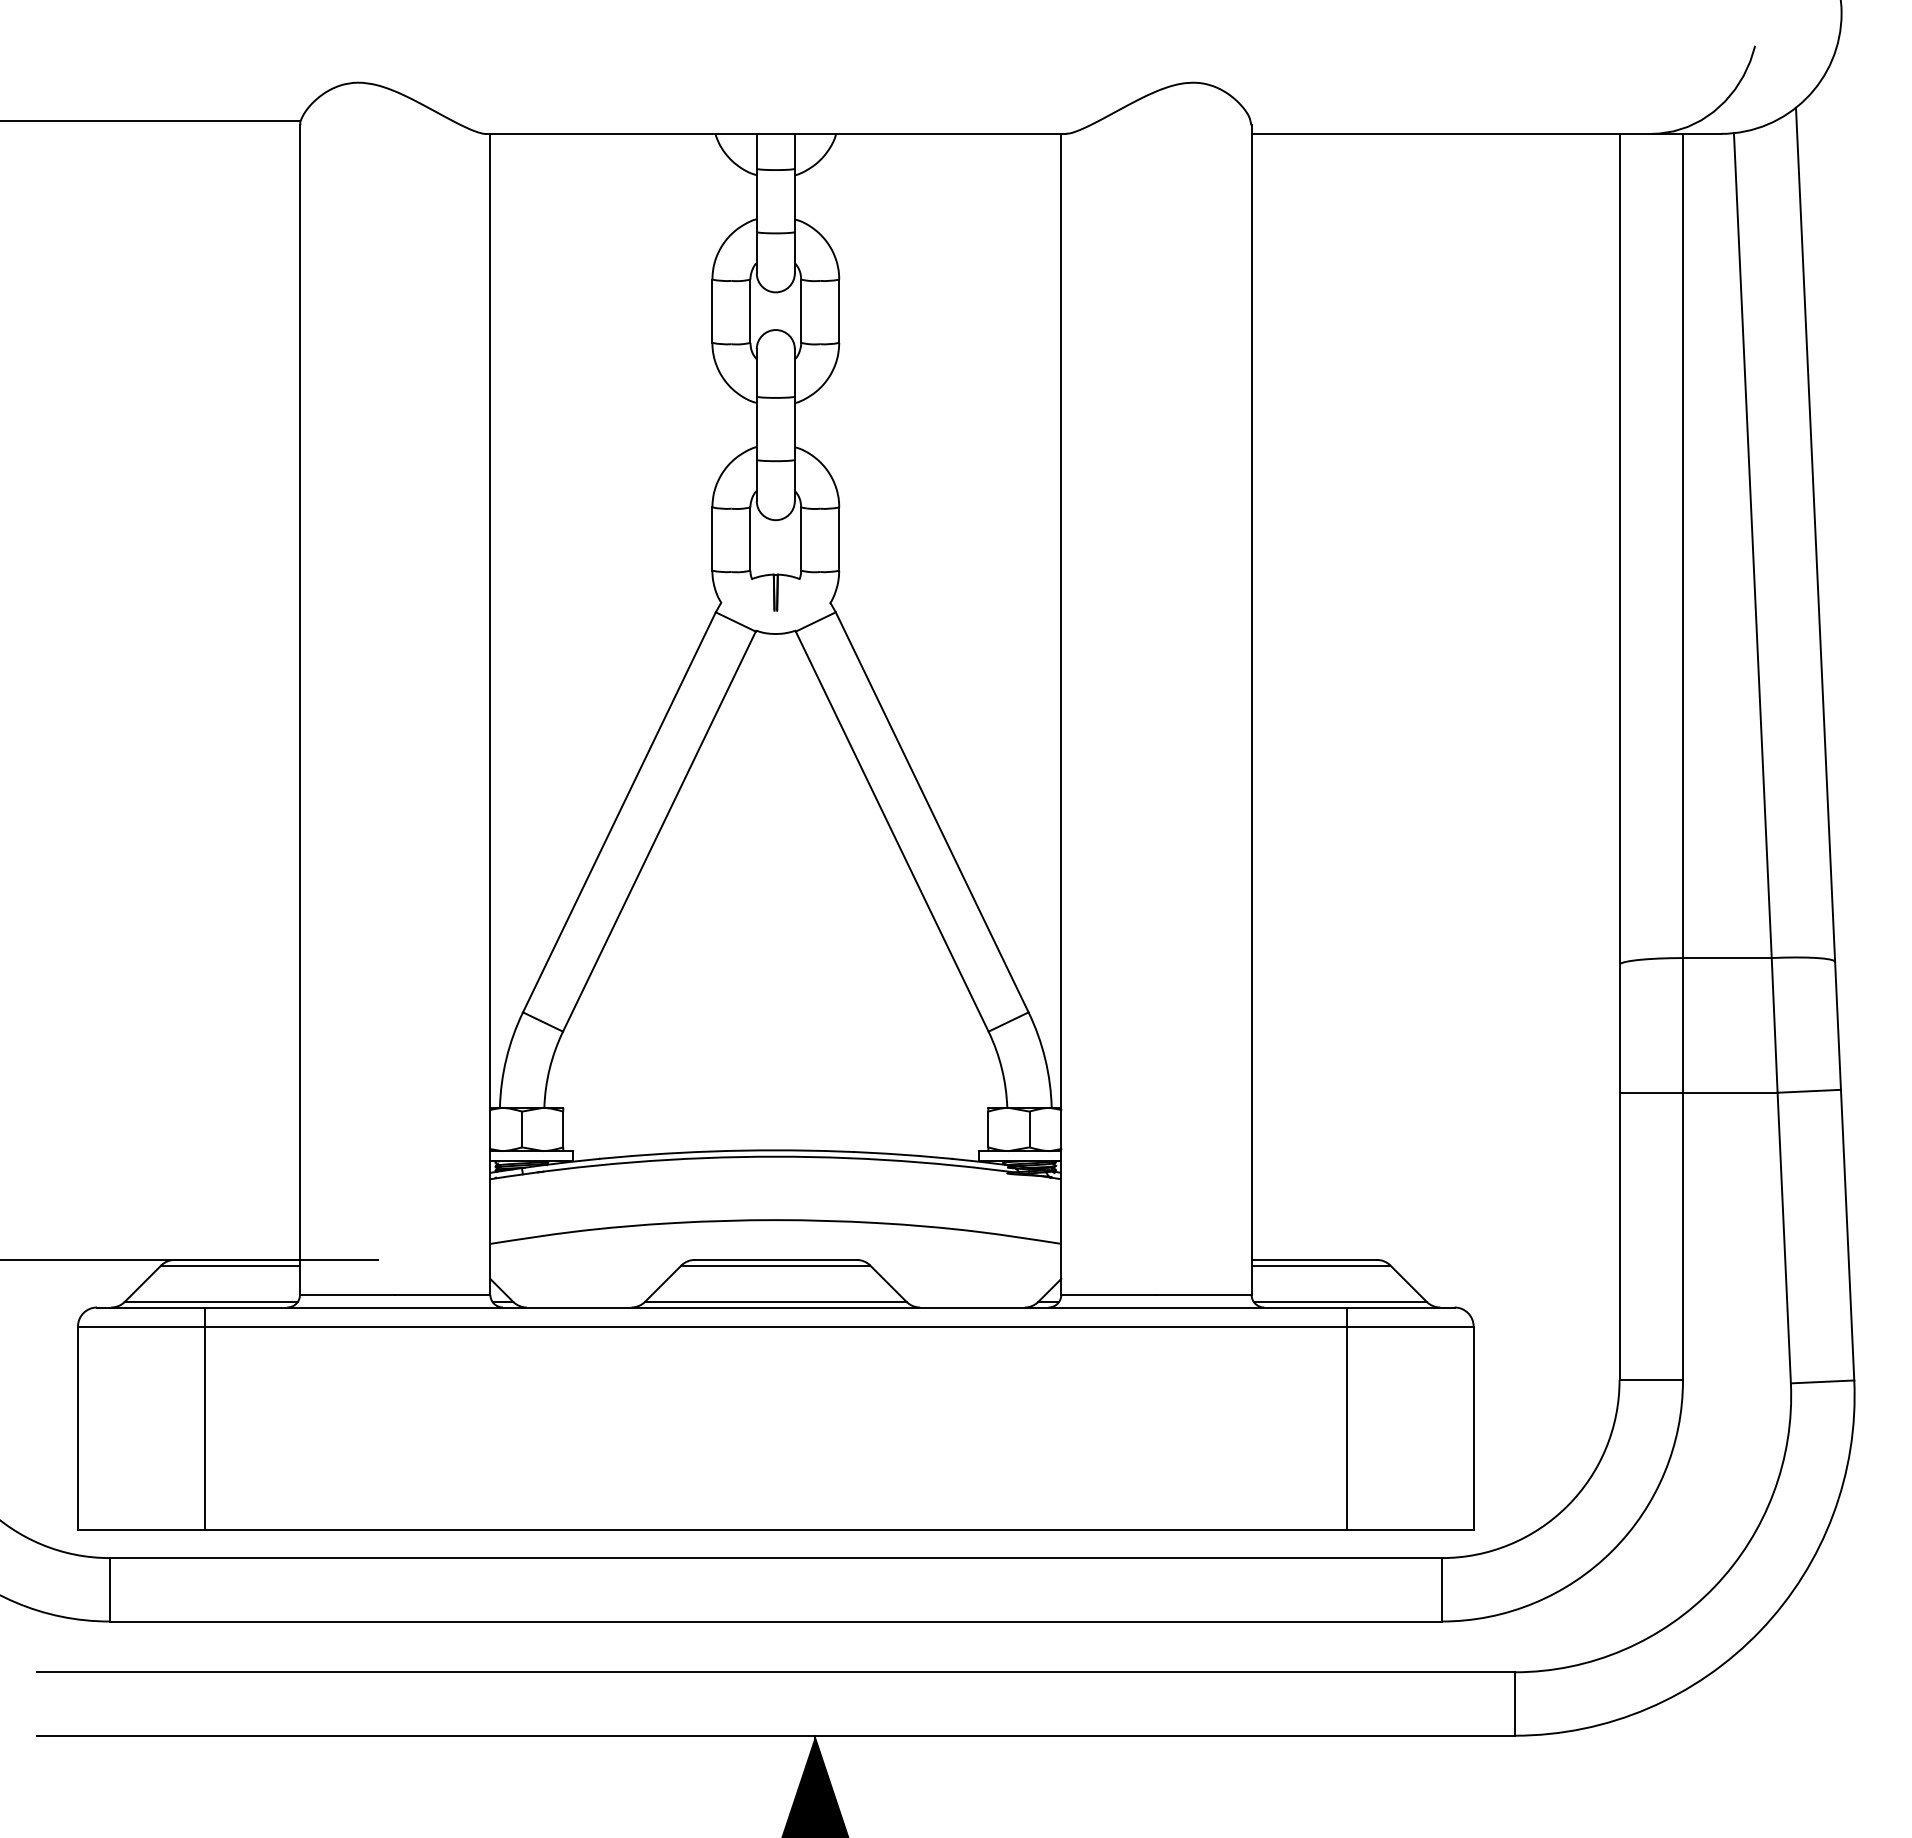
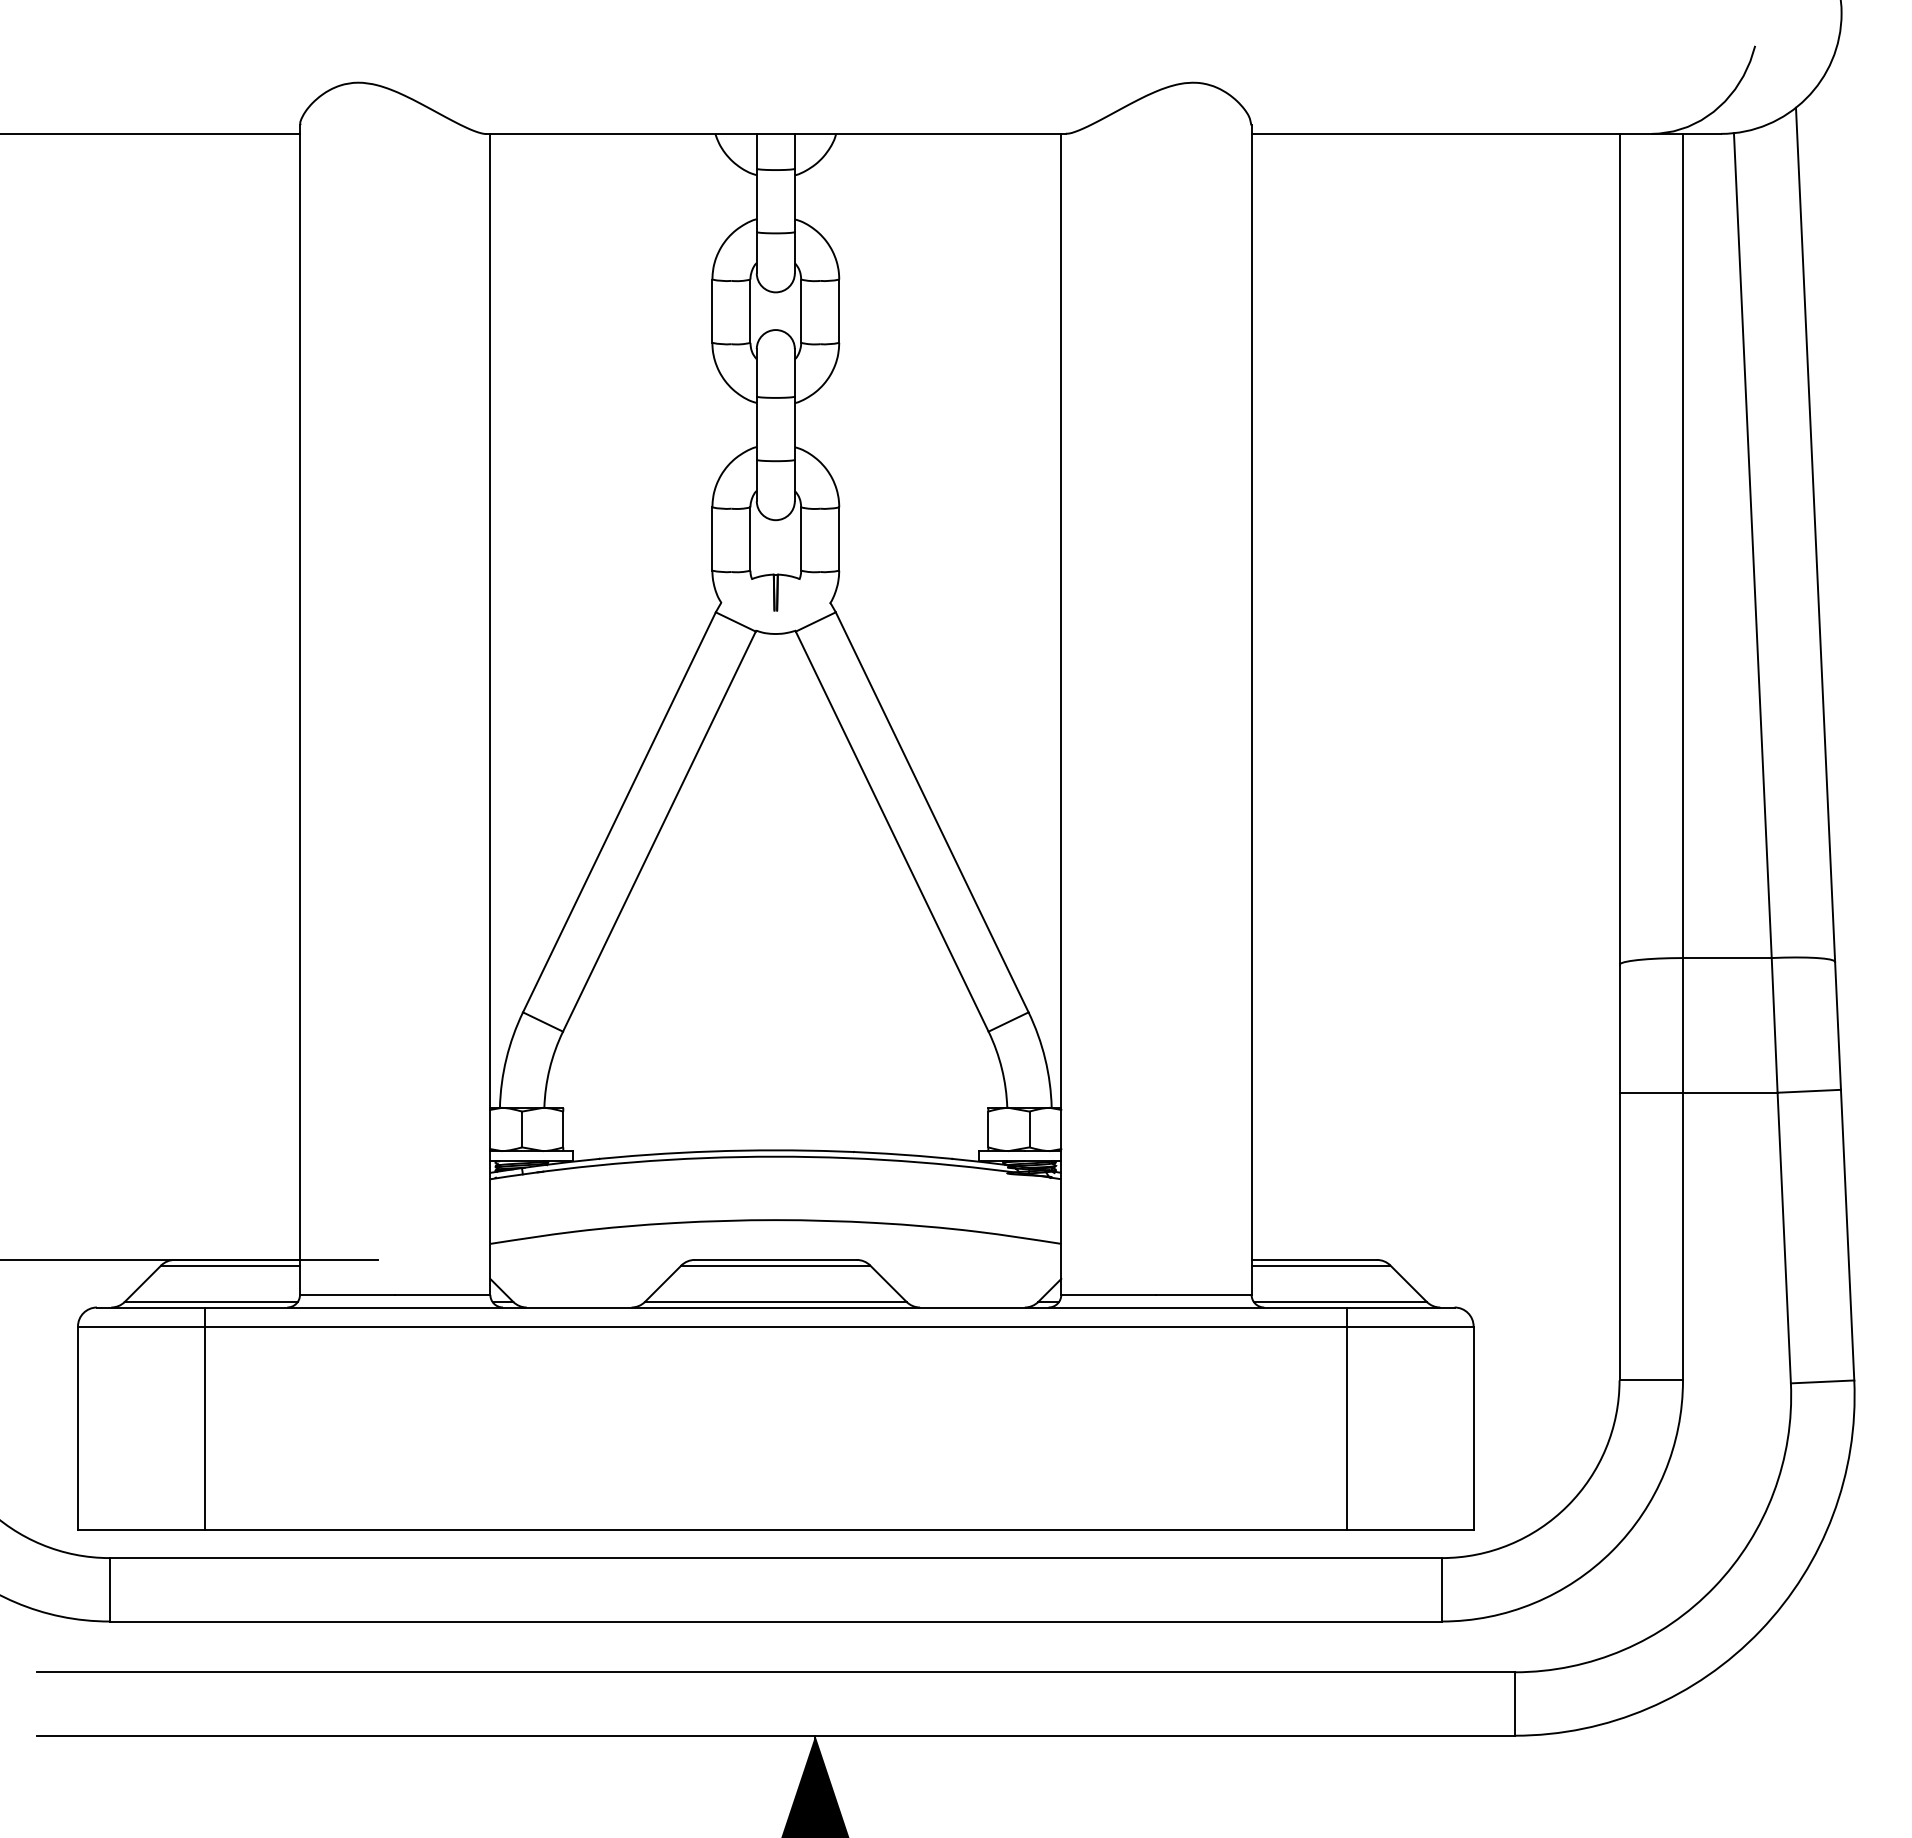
line at (151, 120) position: (151, 120) -> (151, 133)
